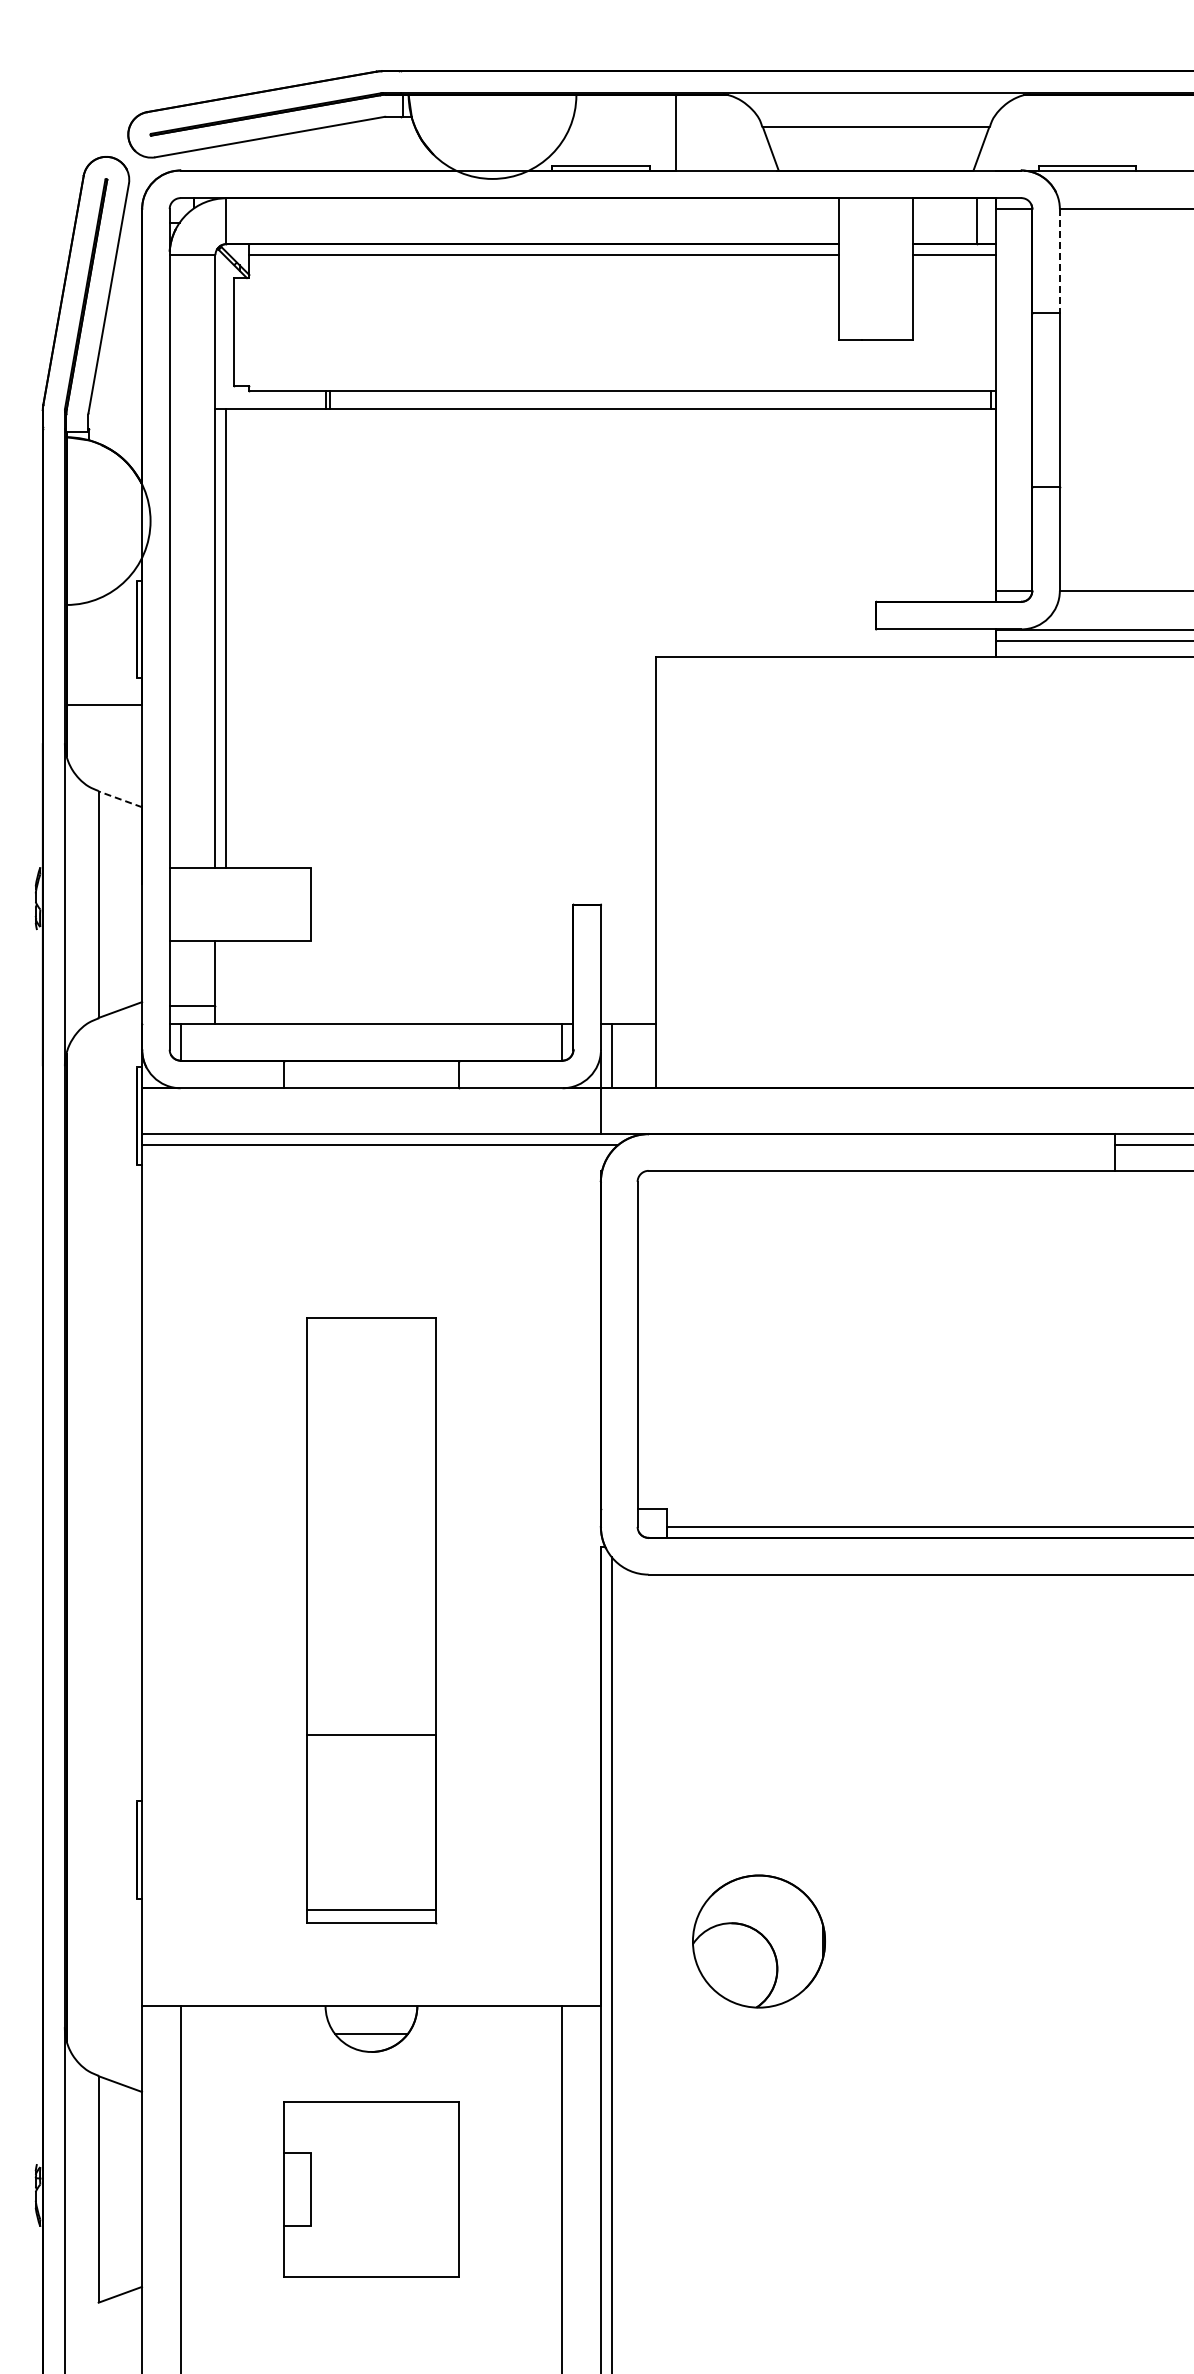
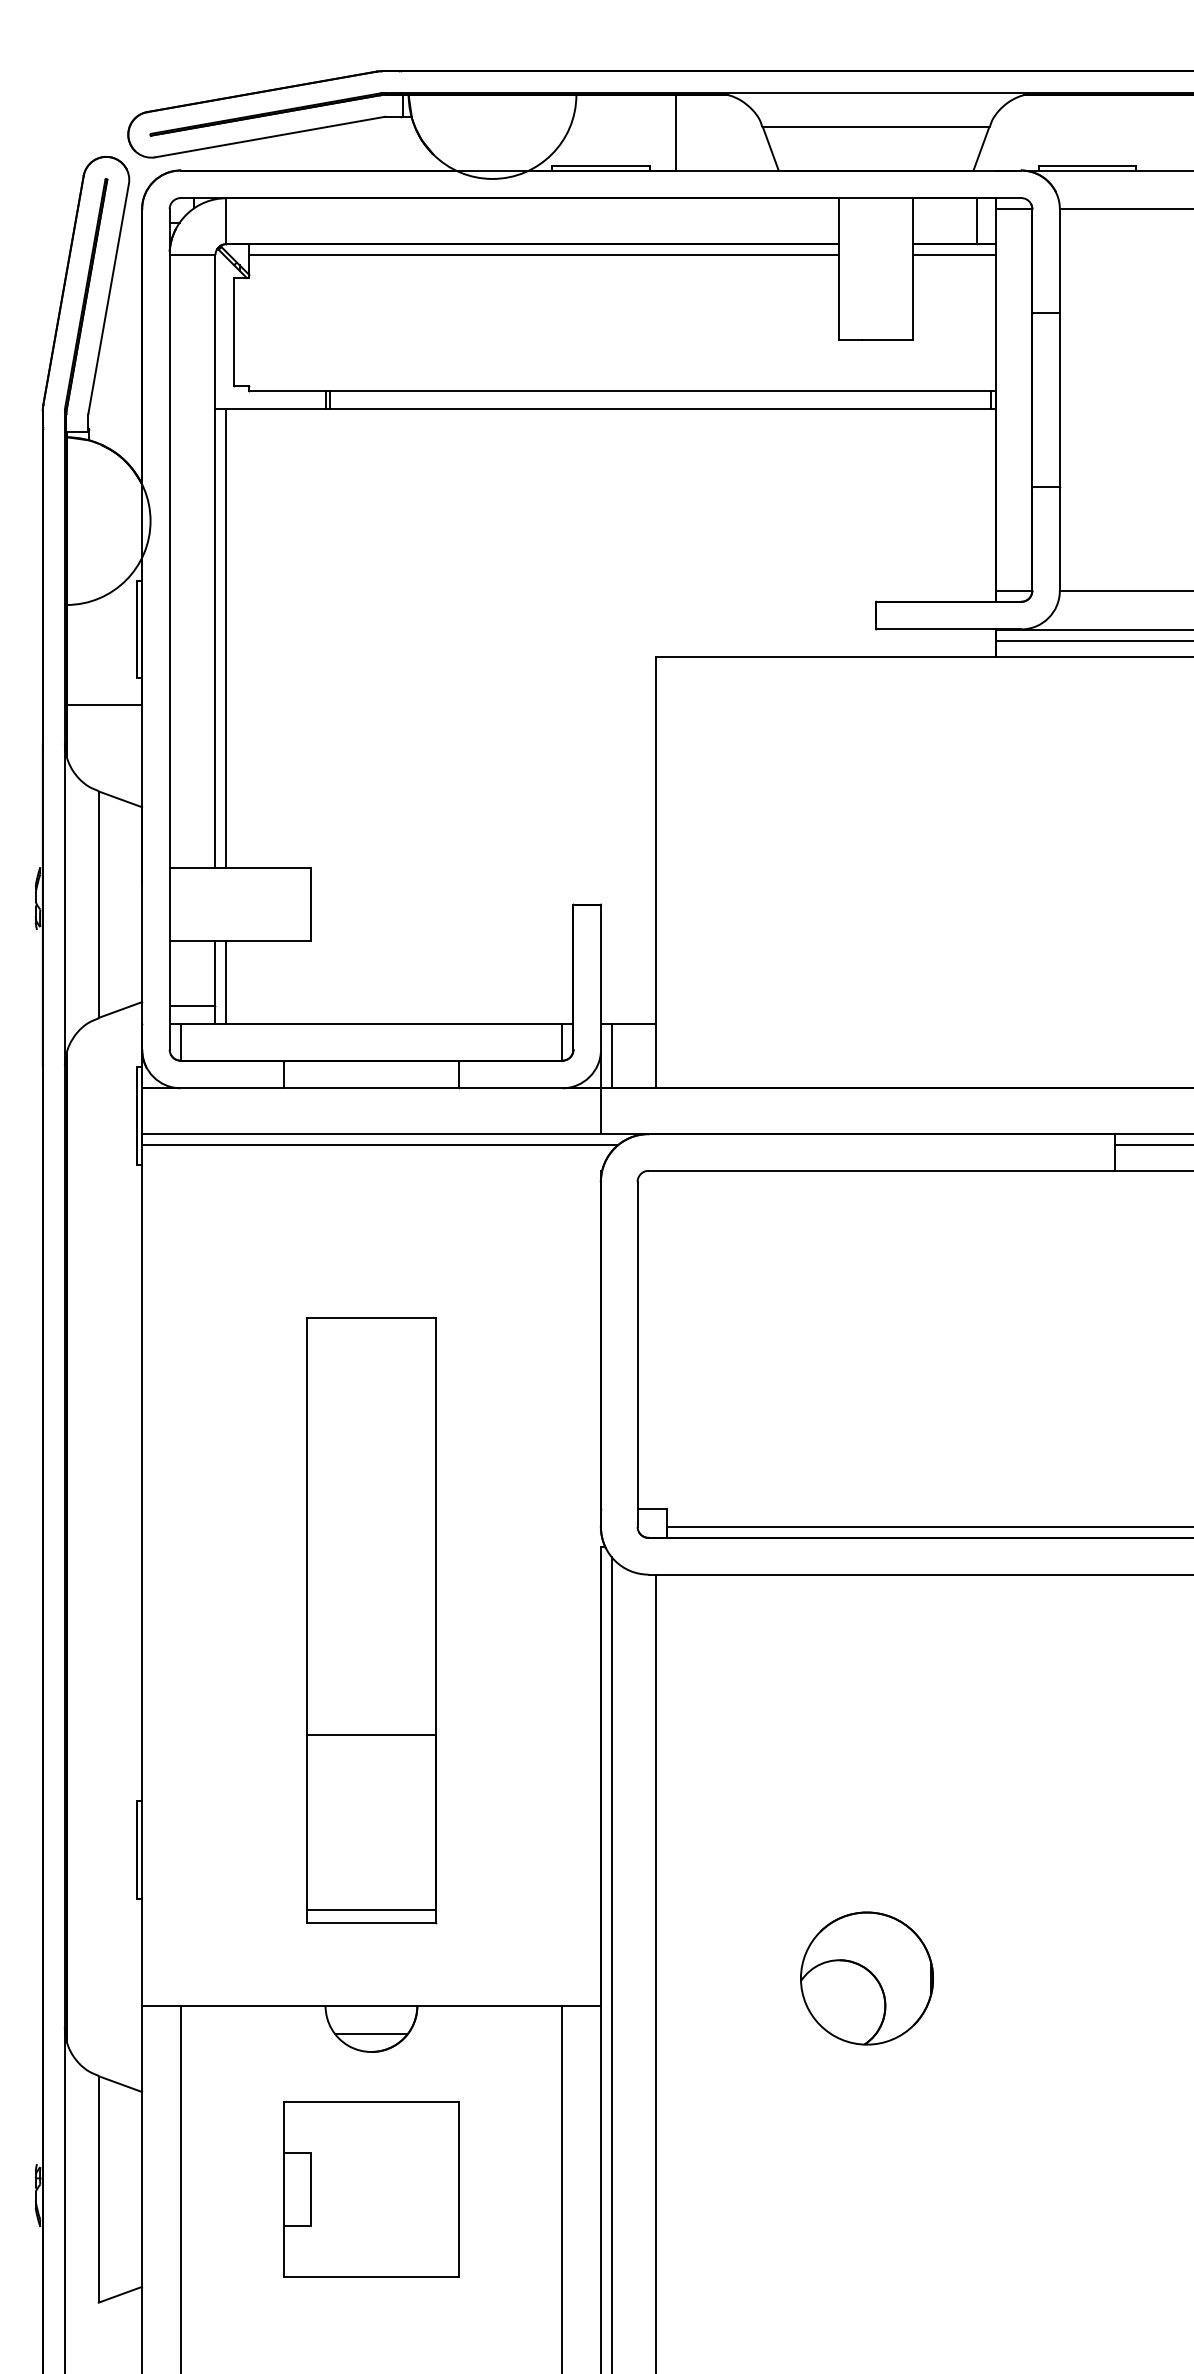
line at (1059, 260): dashed -> solid
line at (119, 799): dashed -> solid
line at (226, 982): none -> present
part at (758, 1941) position: (758, 1941) -> (866, 1978)
line at (655, 1972): none -> present
